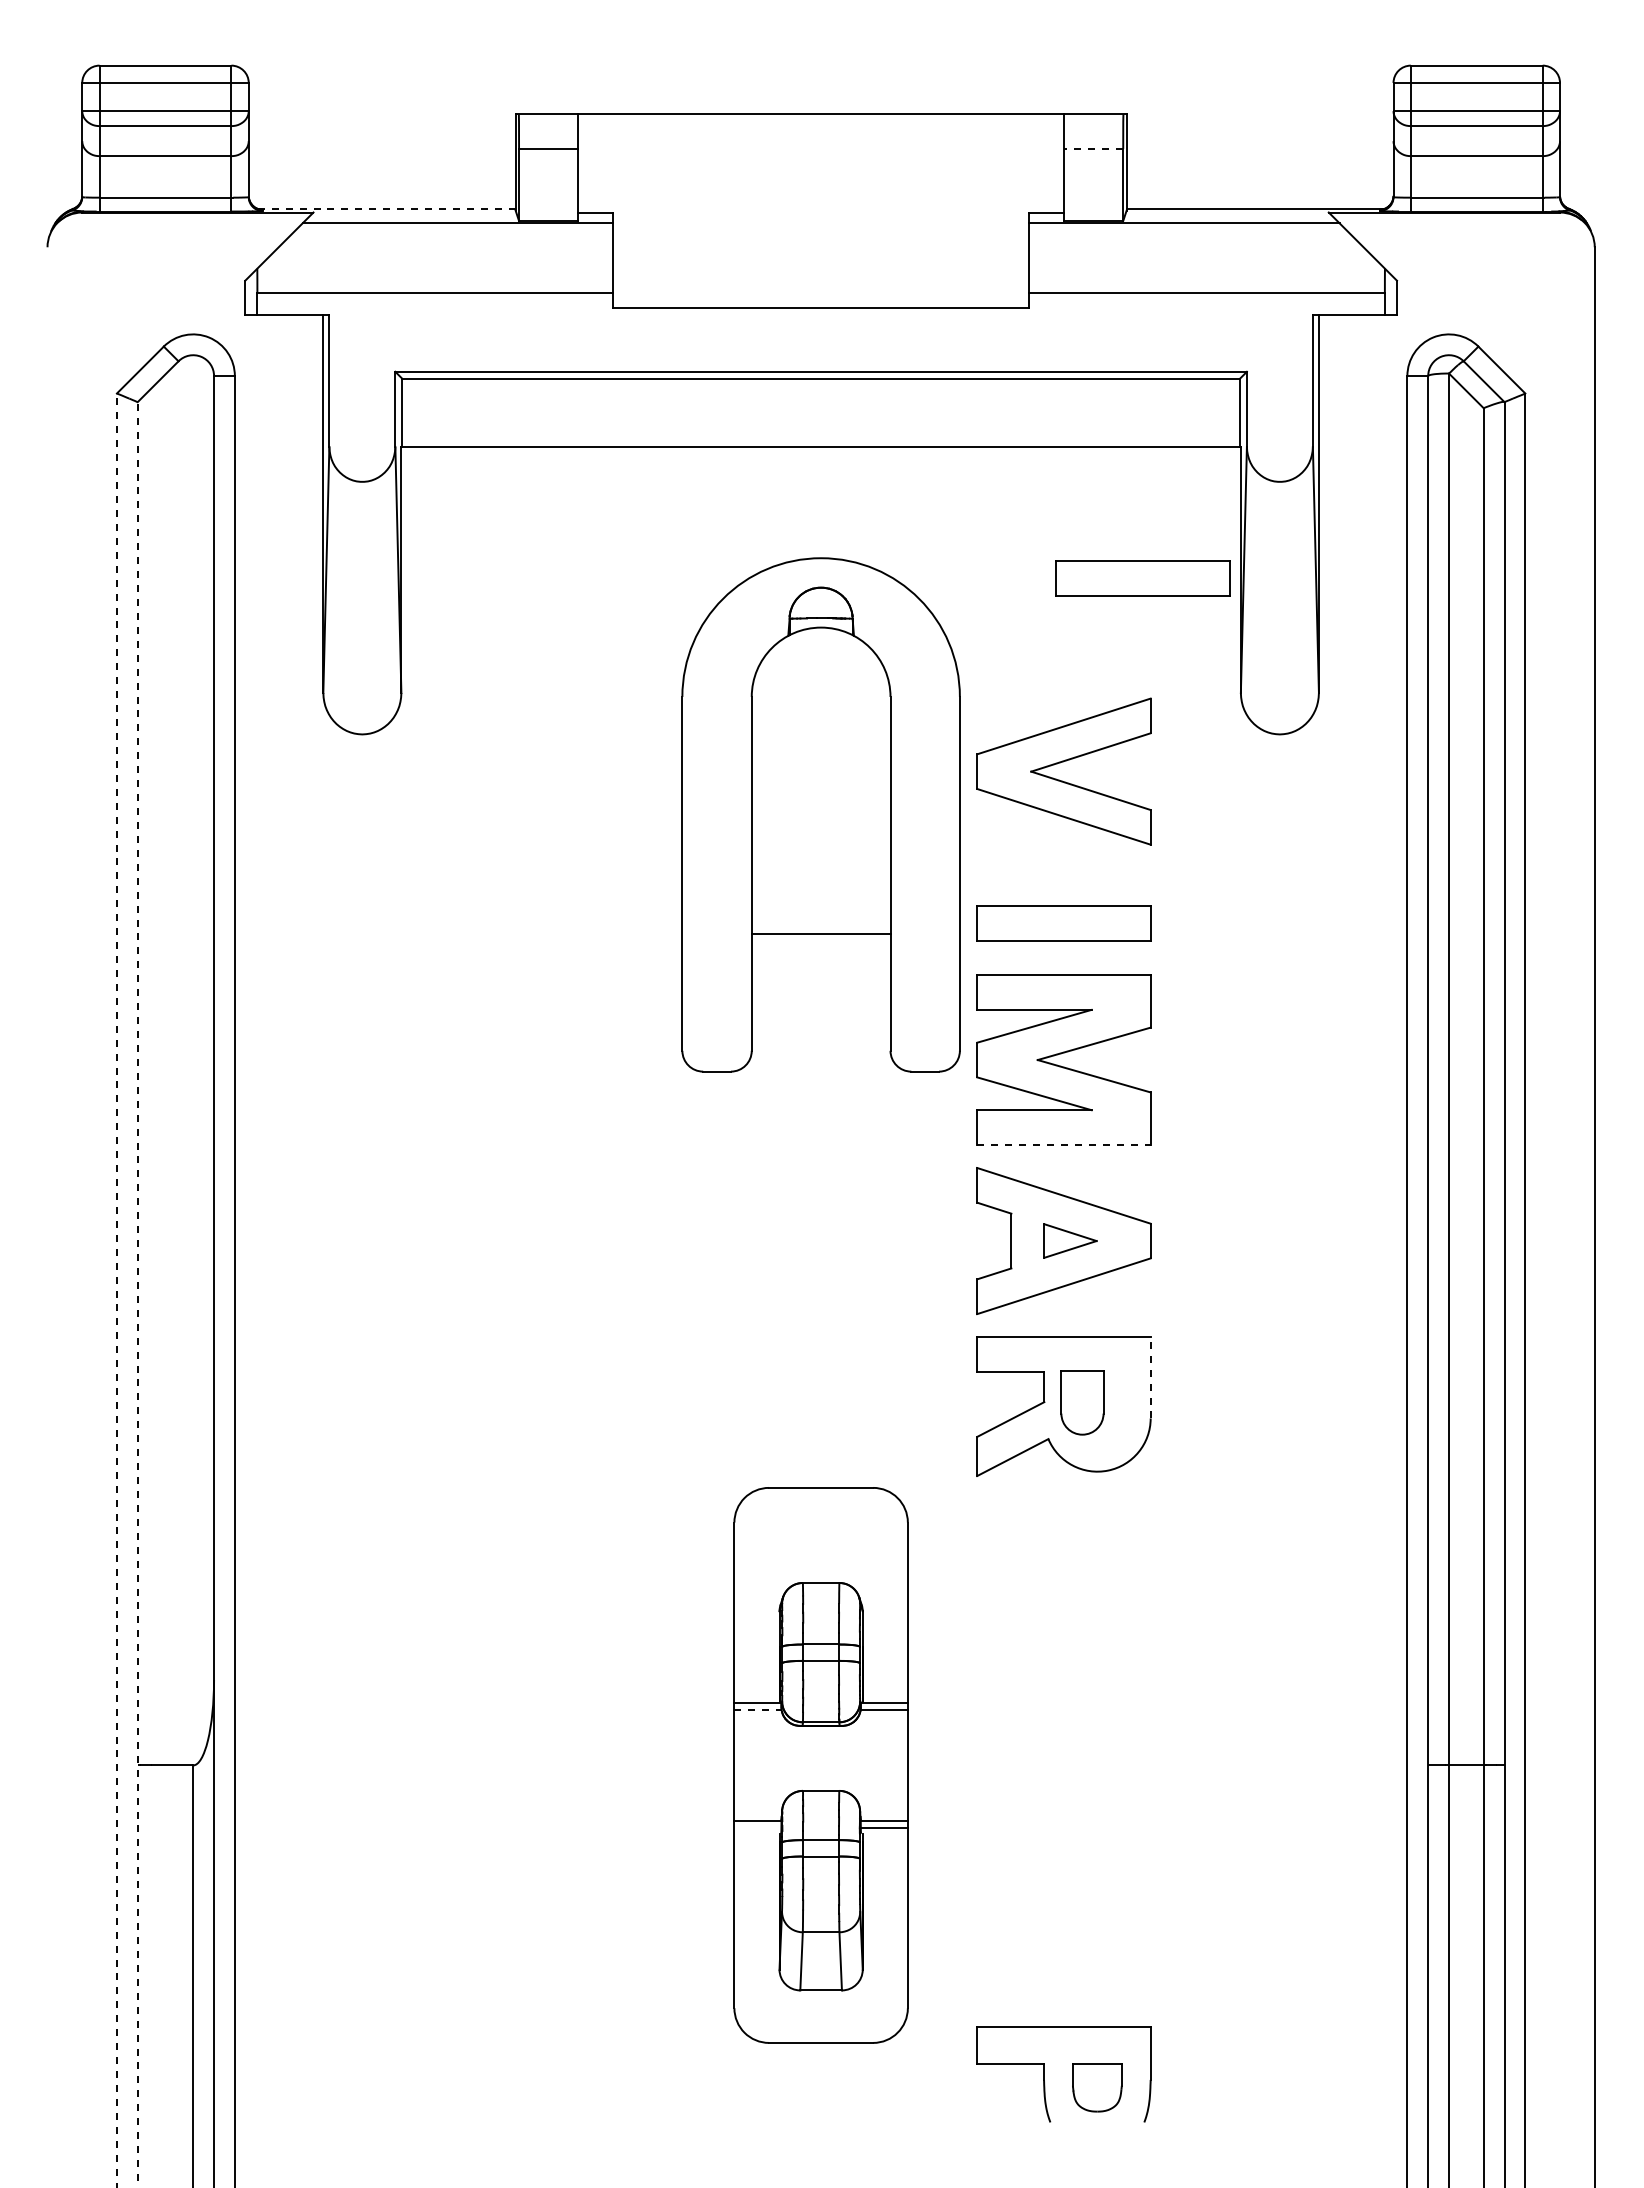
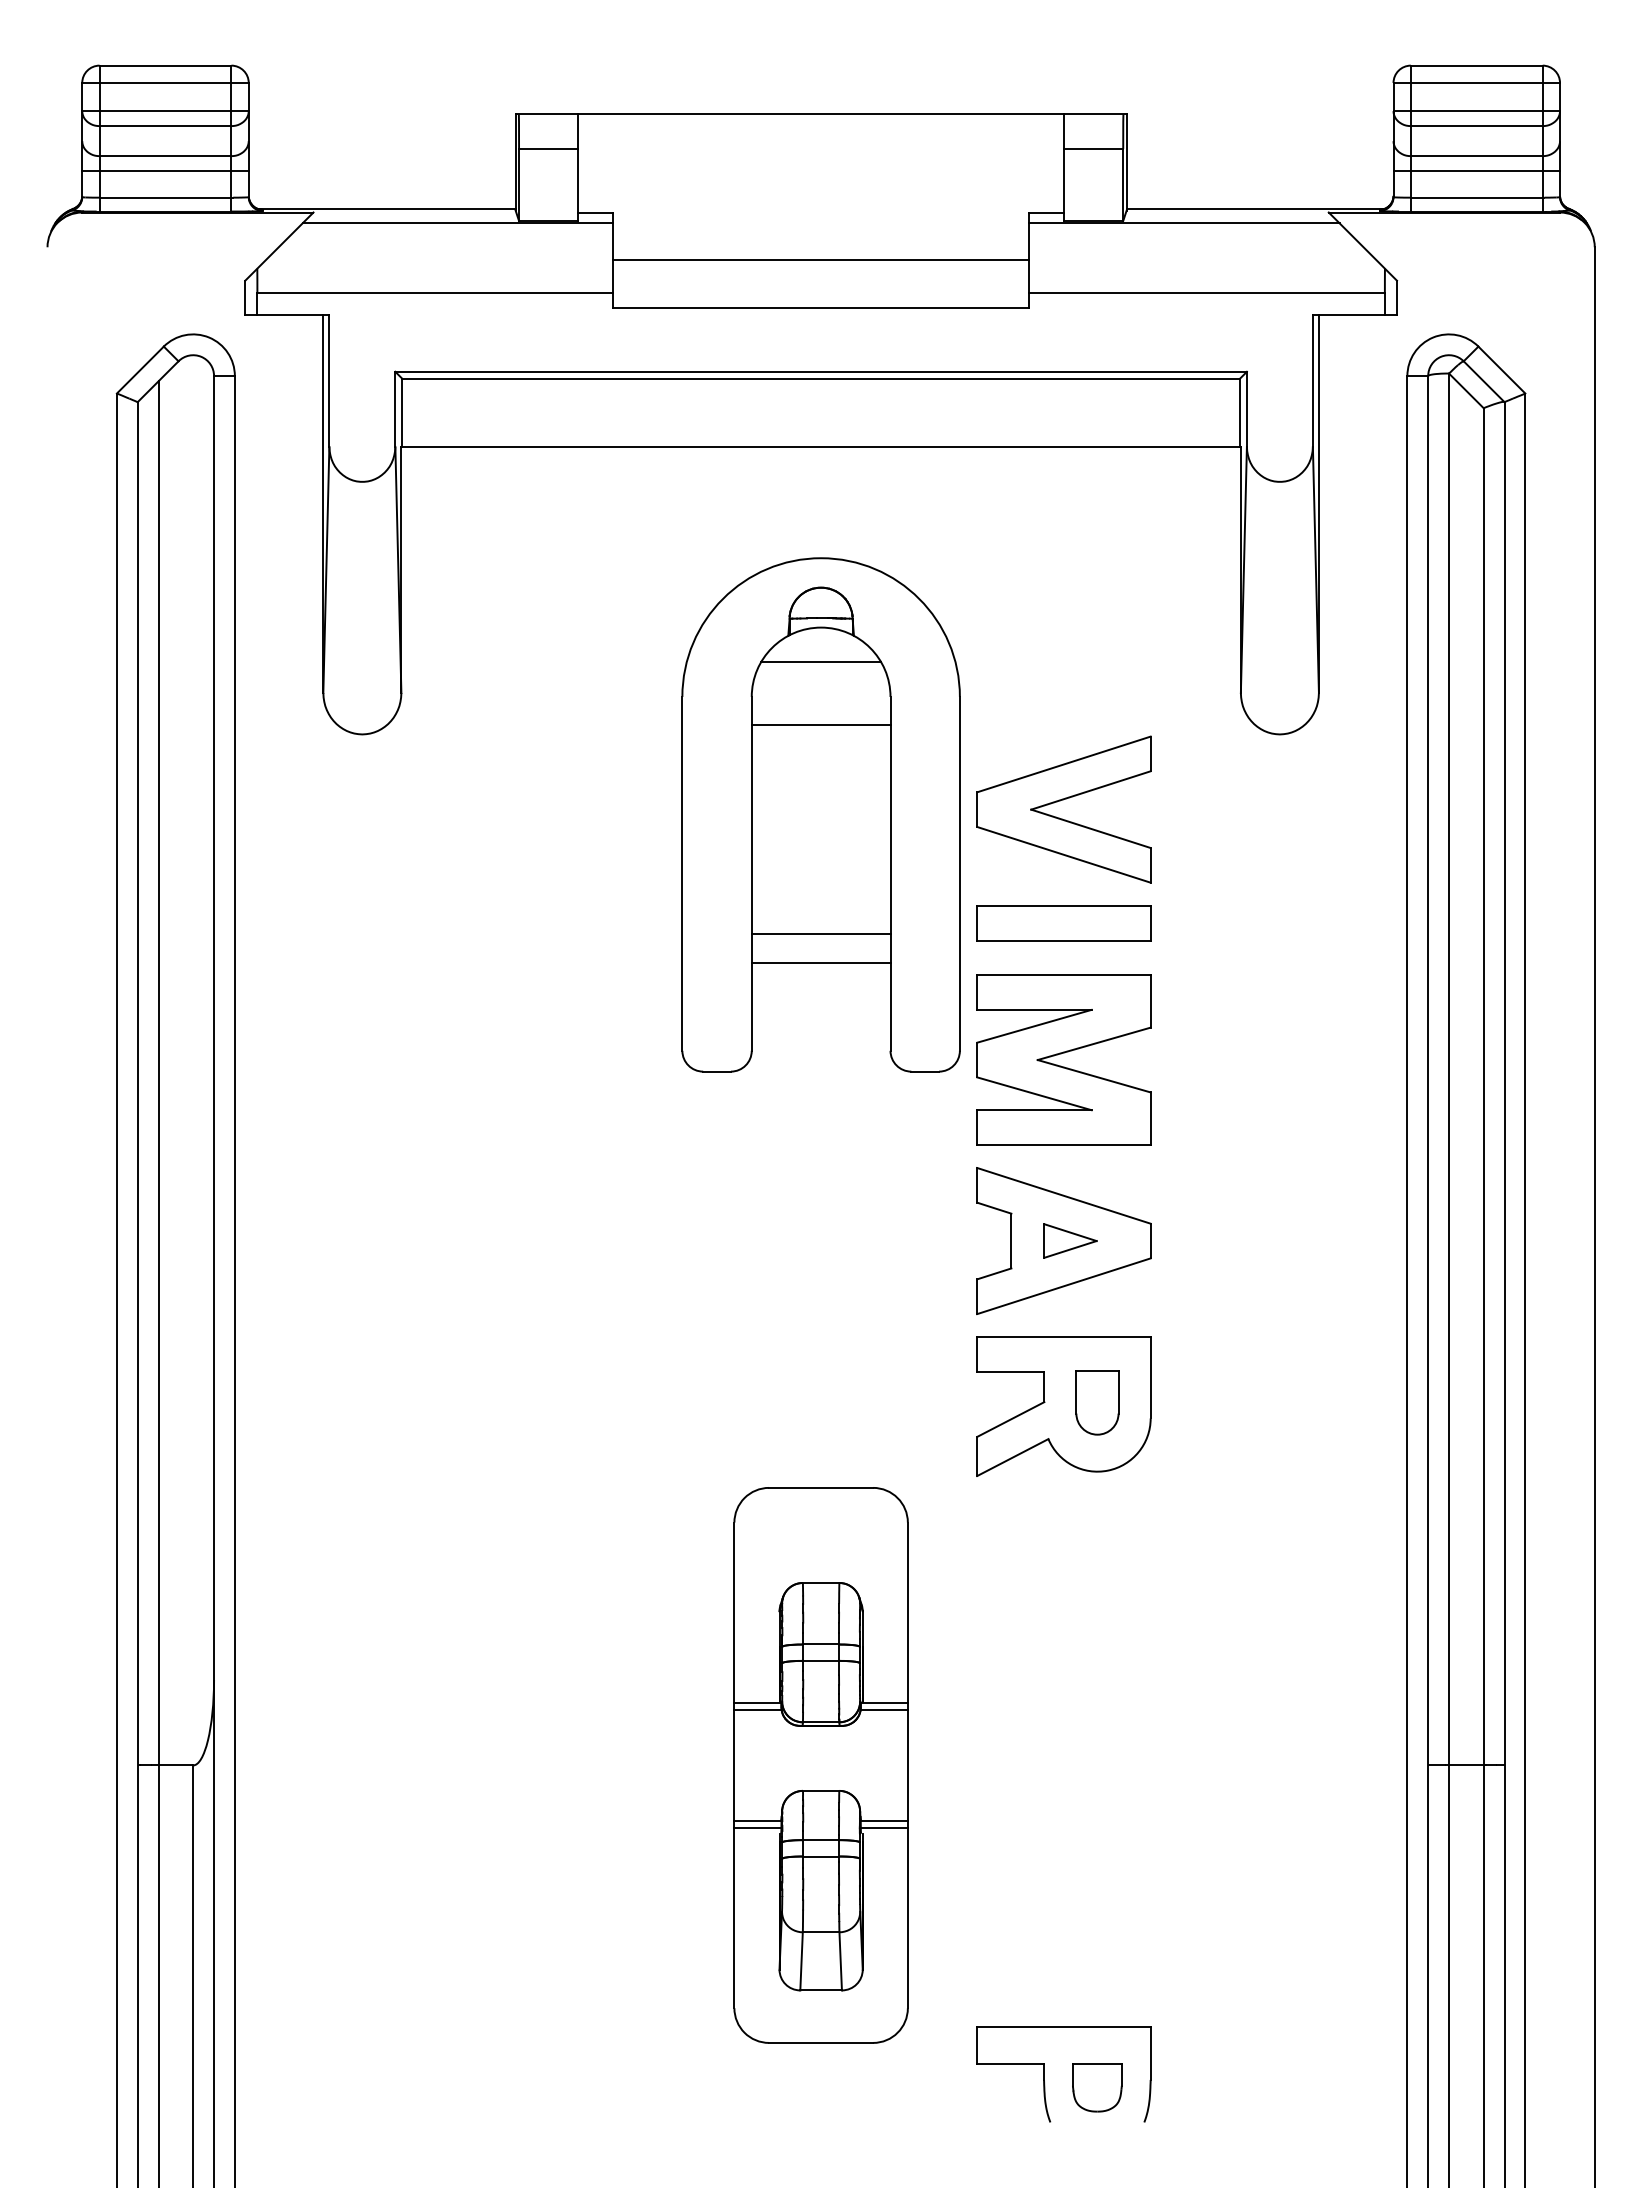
line at (1093, 148): dashed -> solid
line at (165, 171): none -> present
line at (1476, 171): none -> present
line at (386, 208): dashed -> solid
line at (821, 259): none -> present
part at (1142, 578): present -> none
line at (821, 662): none -> present
line at (820, 724): none -> present
part at (1060, 763) position: (1060, 763) -> (1060, 801)
line at (820, 963): none -> present
line at (1063, 1144): dashed -> solid
line at (158, 1282): none -> present
line at (116, 1290): dashed -> solid
line at (137, 1294): dashed -> solid
line at (1150, 1377): dashed -> solid
part at (1082, 1402) position: (1082, 1402) -> (1097, 1402)
line at (758, 1709): dashed -> solid
line at (757, 1827): none -> present
